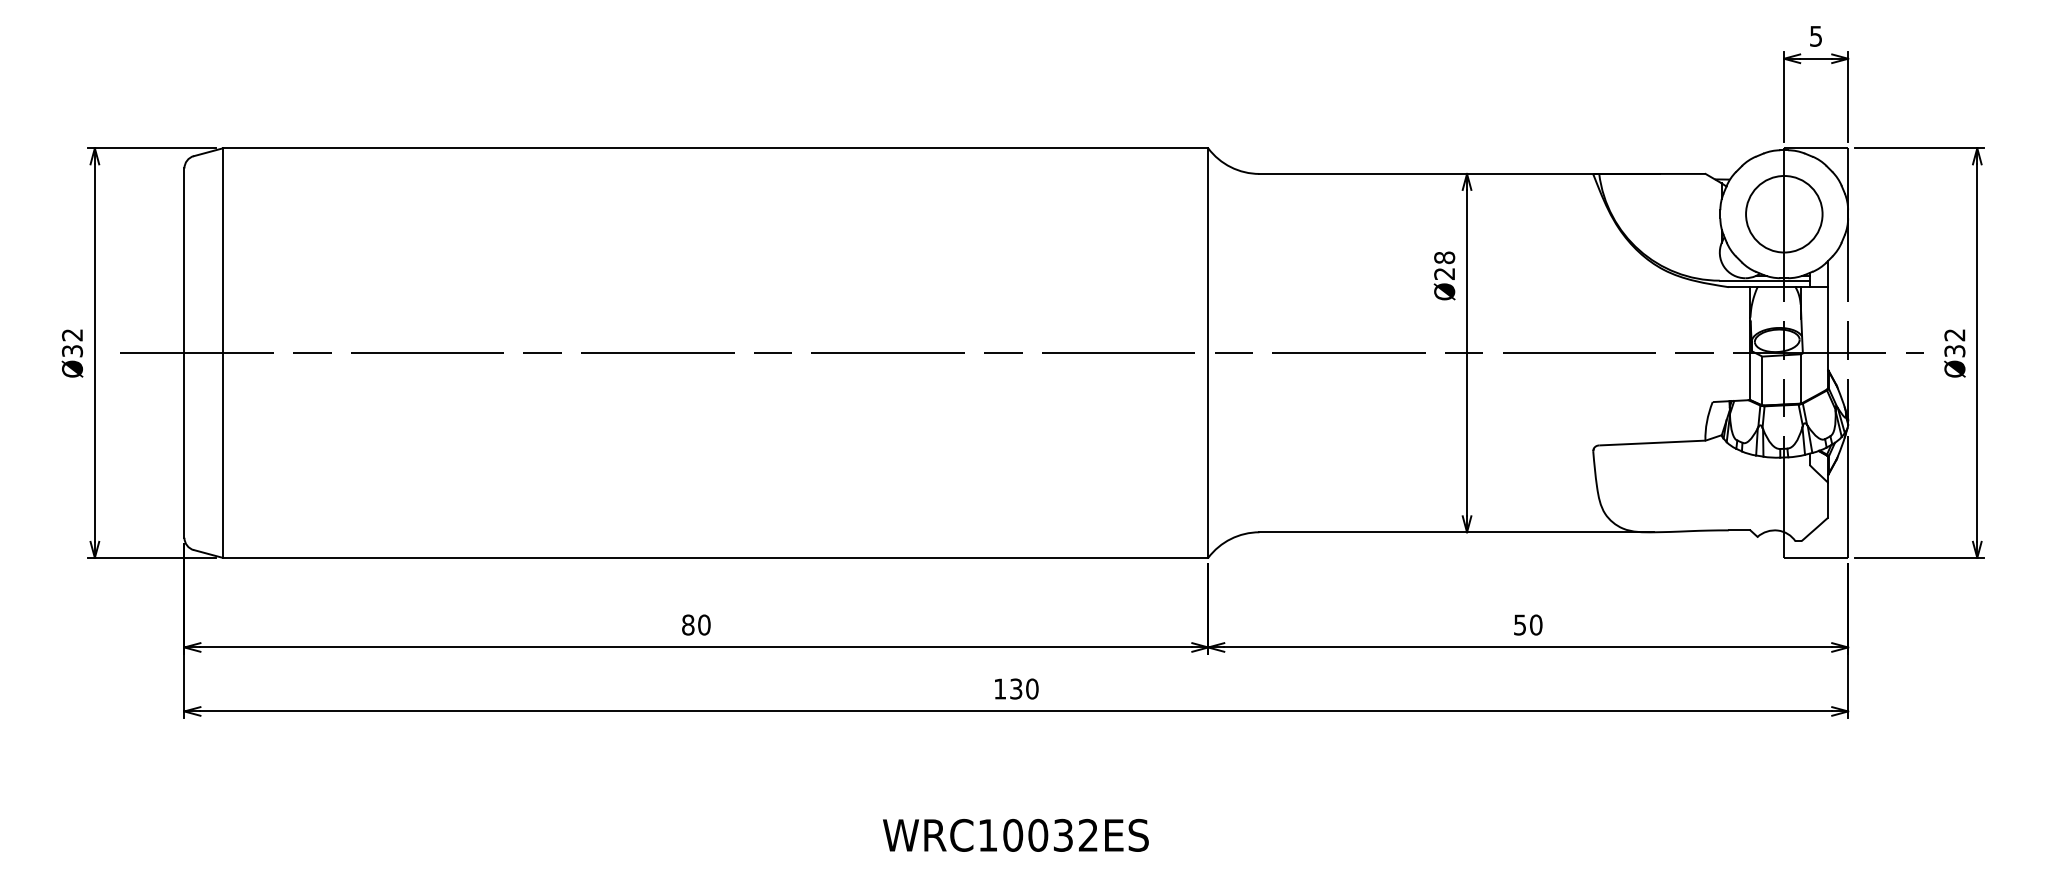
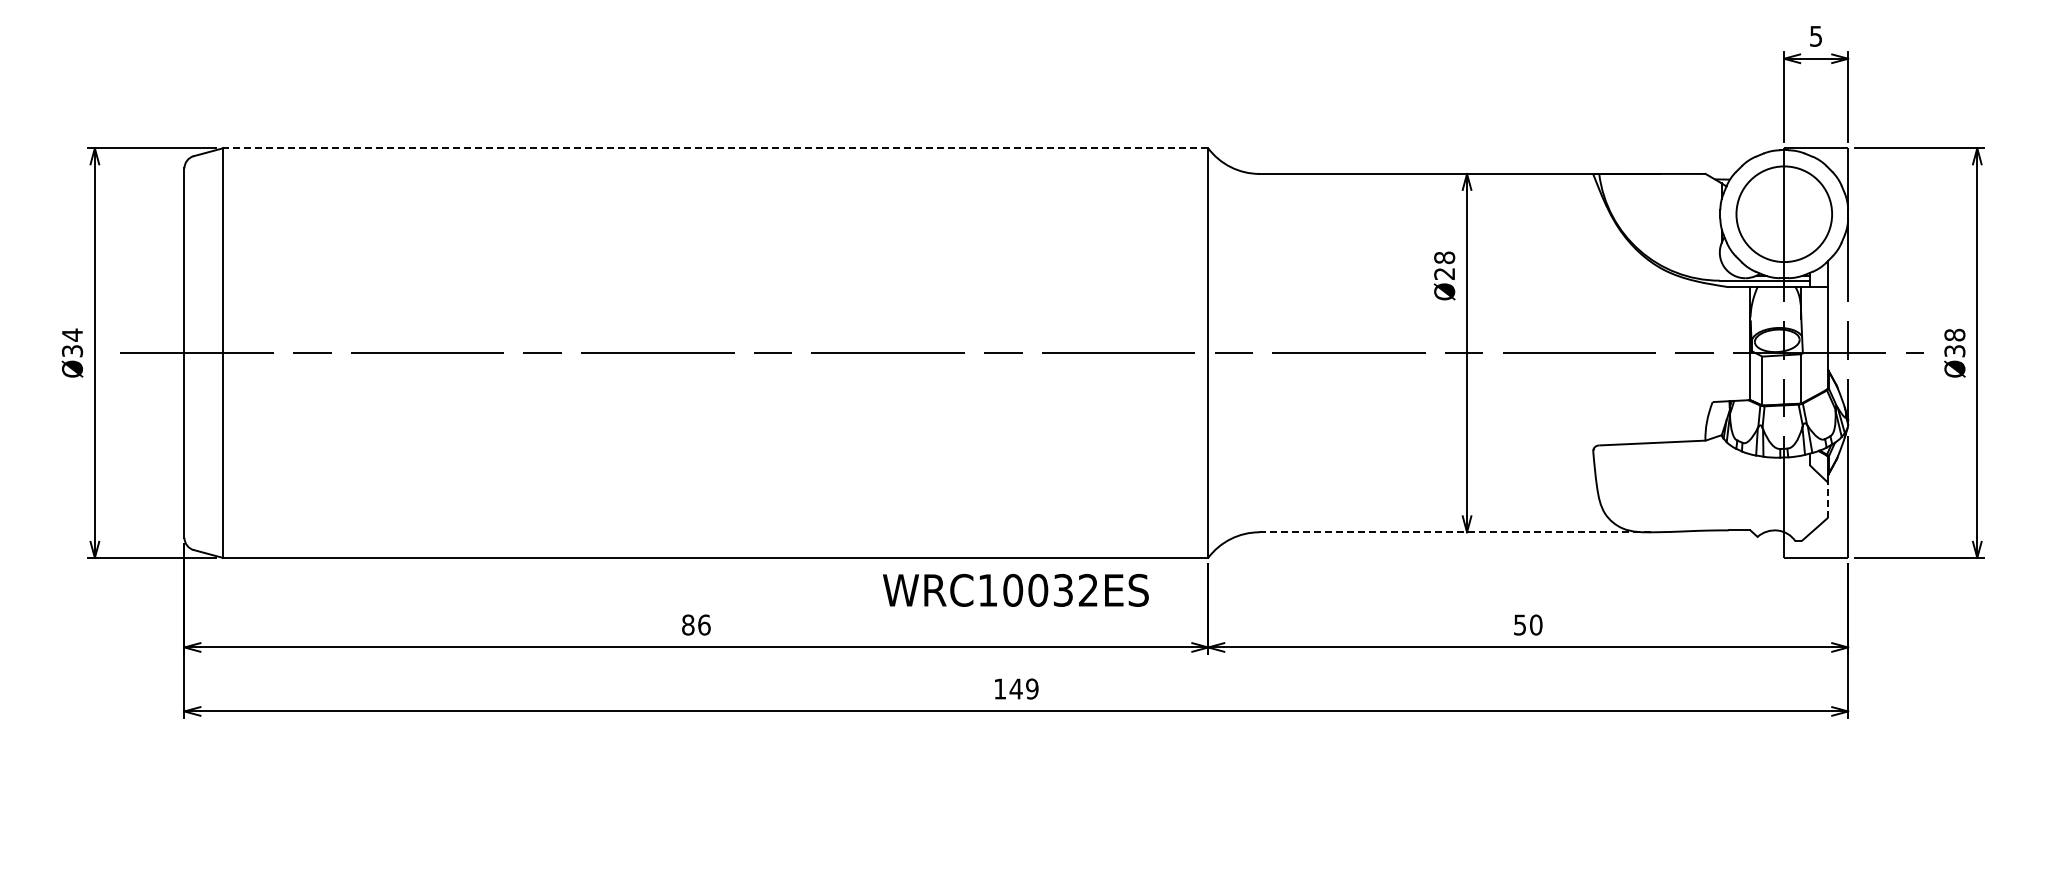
line at (715, 148): solid -> dashed
circle at (1784, 214) diameter: 77 px -> 96 px
text at (72, 334): Ø32 -> Ø34
text at (1954, 334): Ø32 -> Ø38
line at (1828, 500): solid -> dashed
line at (1457, 532): solid -> dashed
text at (704, 624): 80 -> 86
text at (1023, 688): 130 -> 149
text at (1015, 834) position: (1015, 834) -> (1015, 589)
